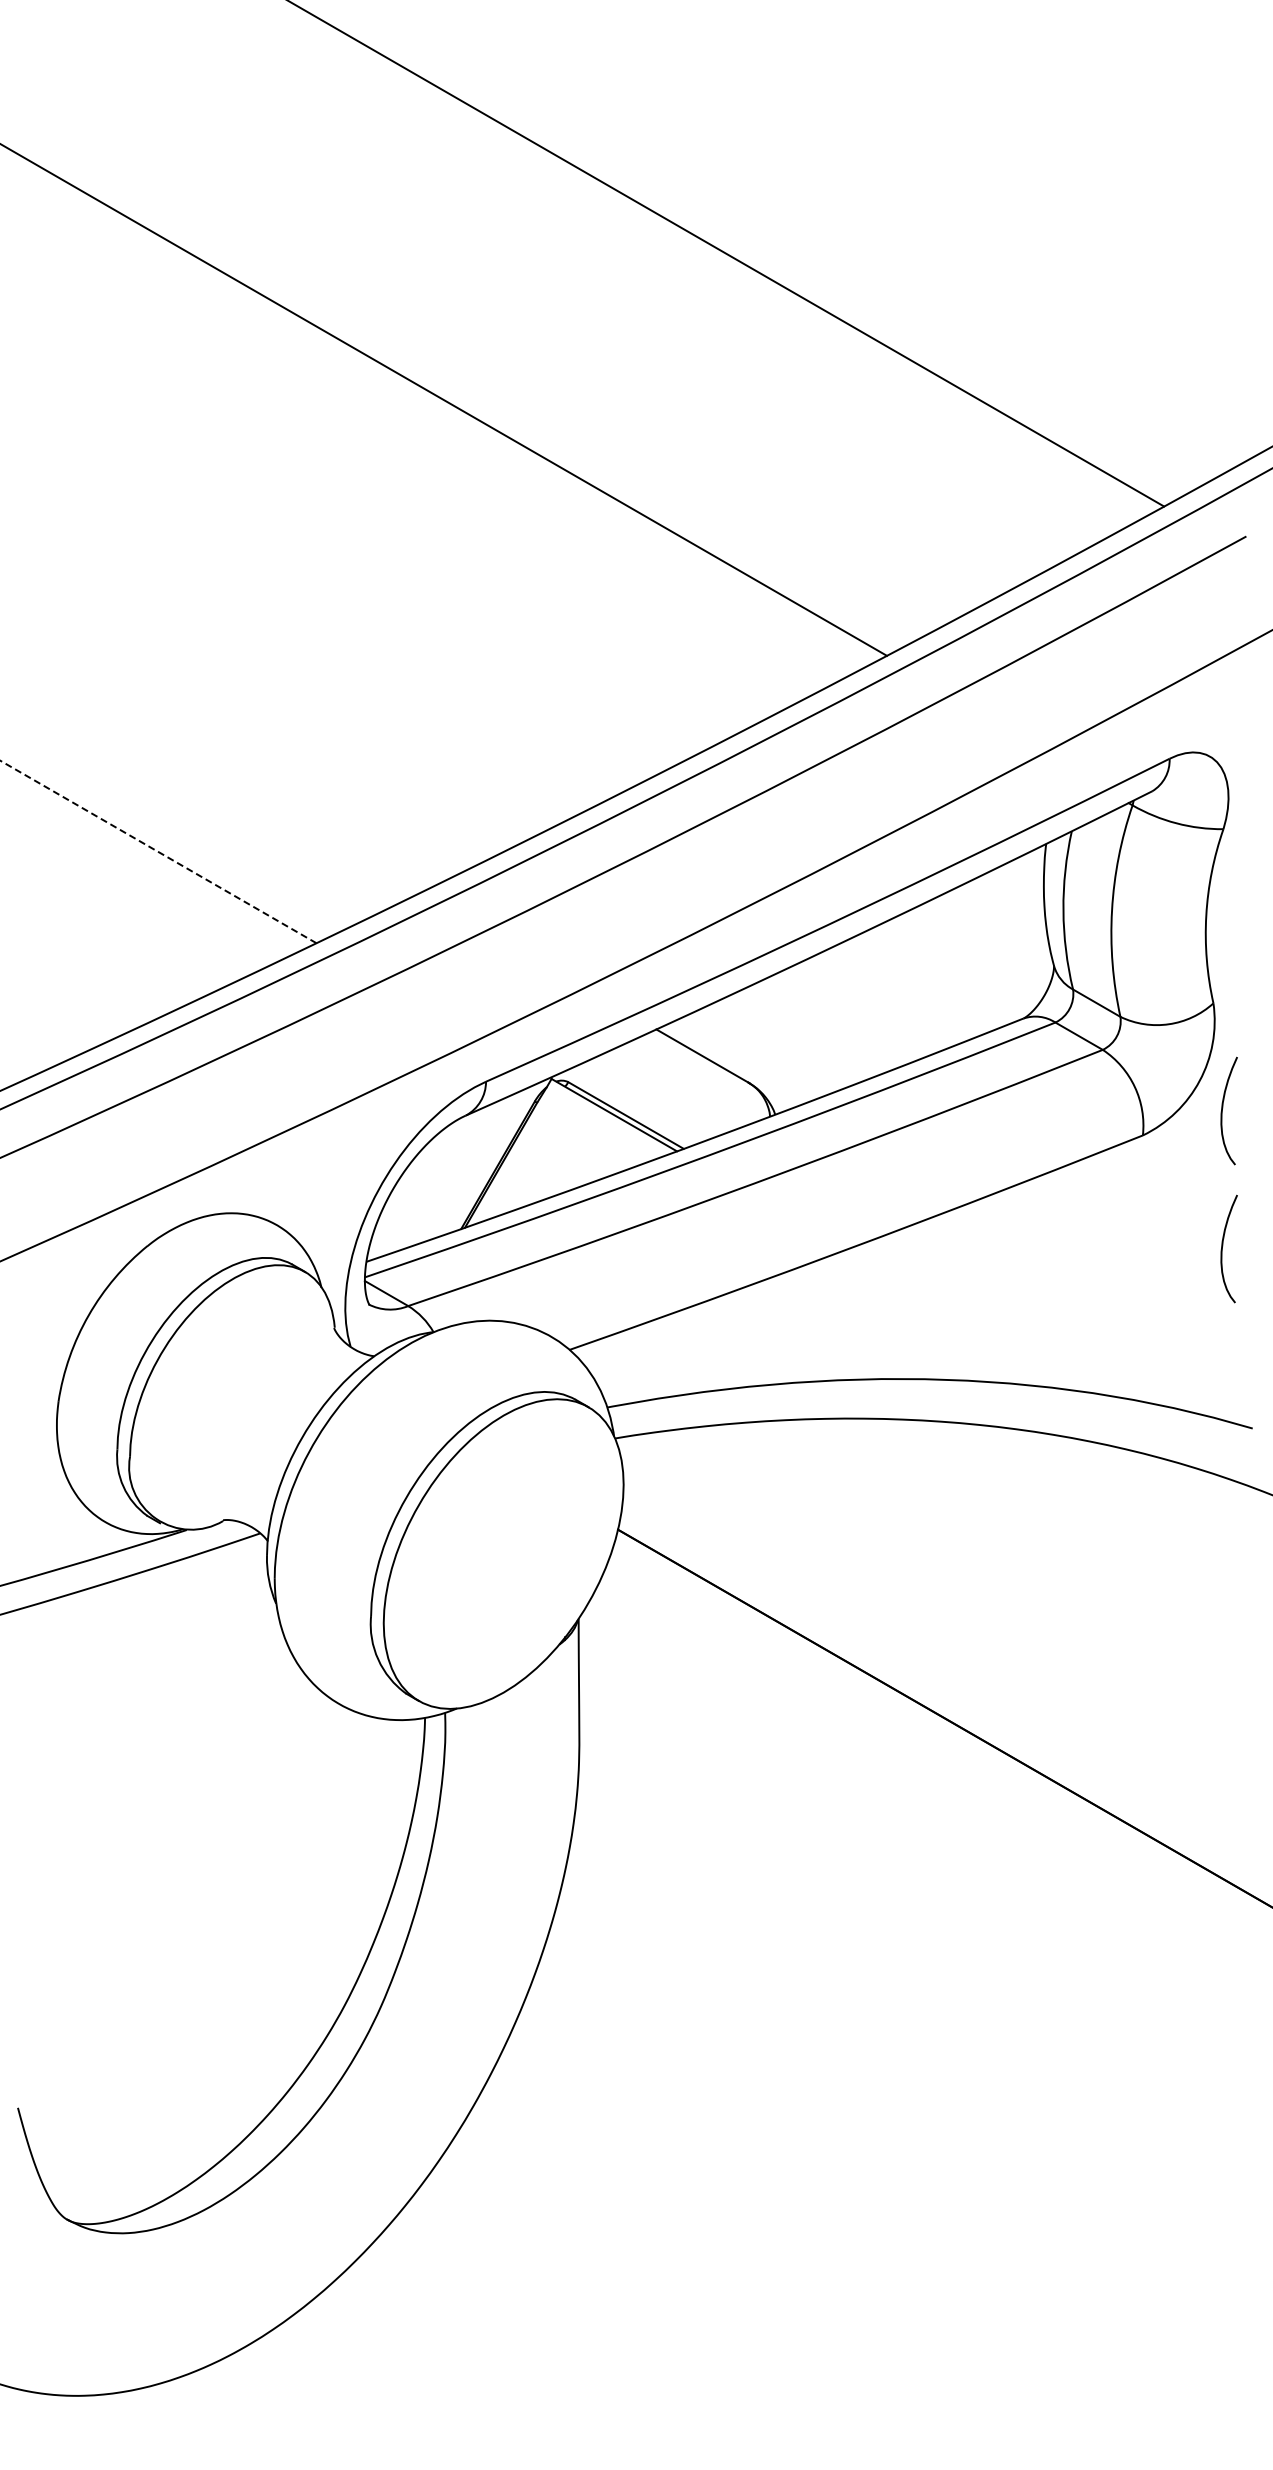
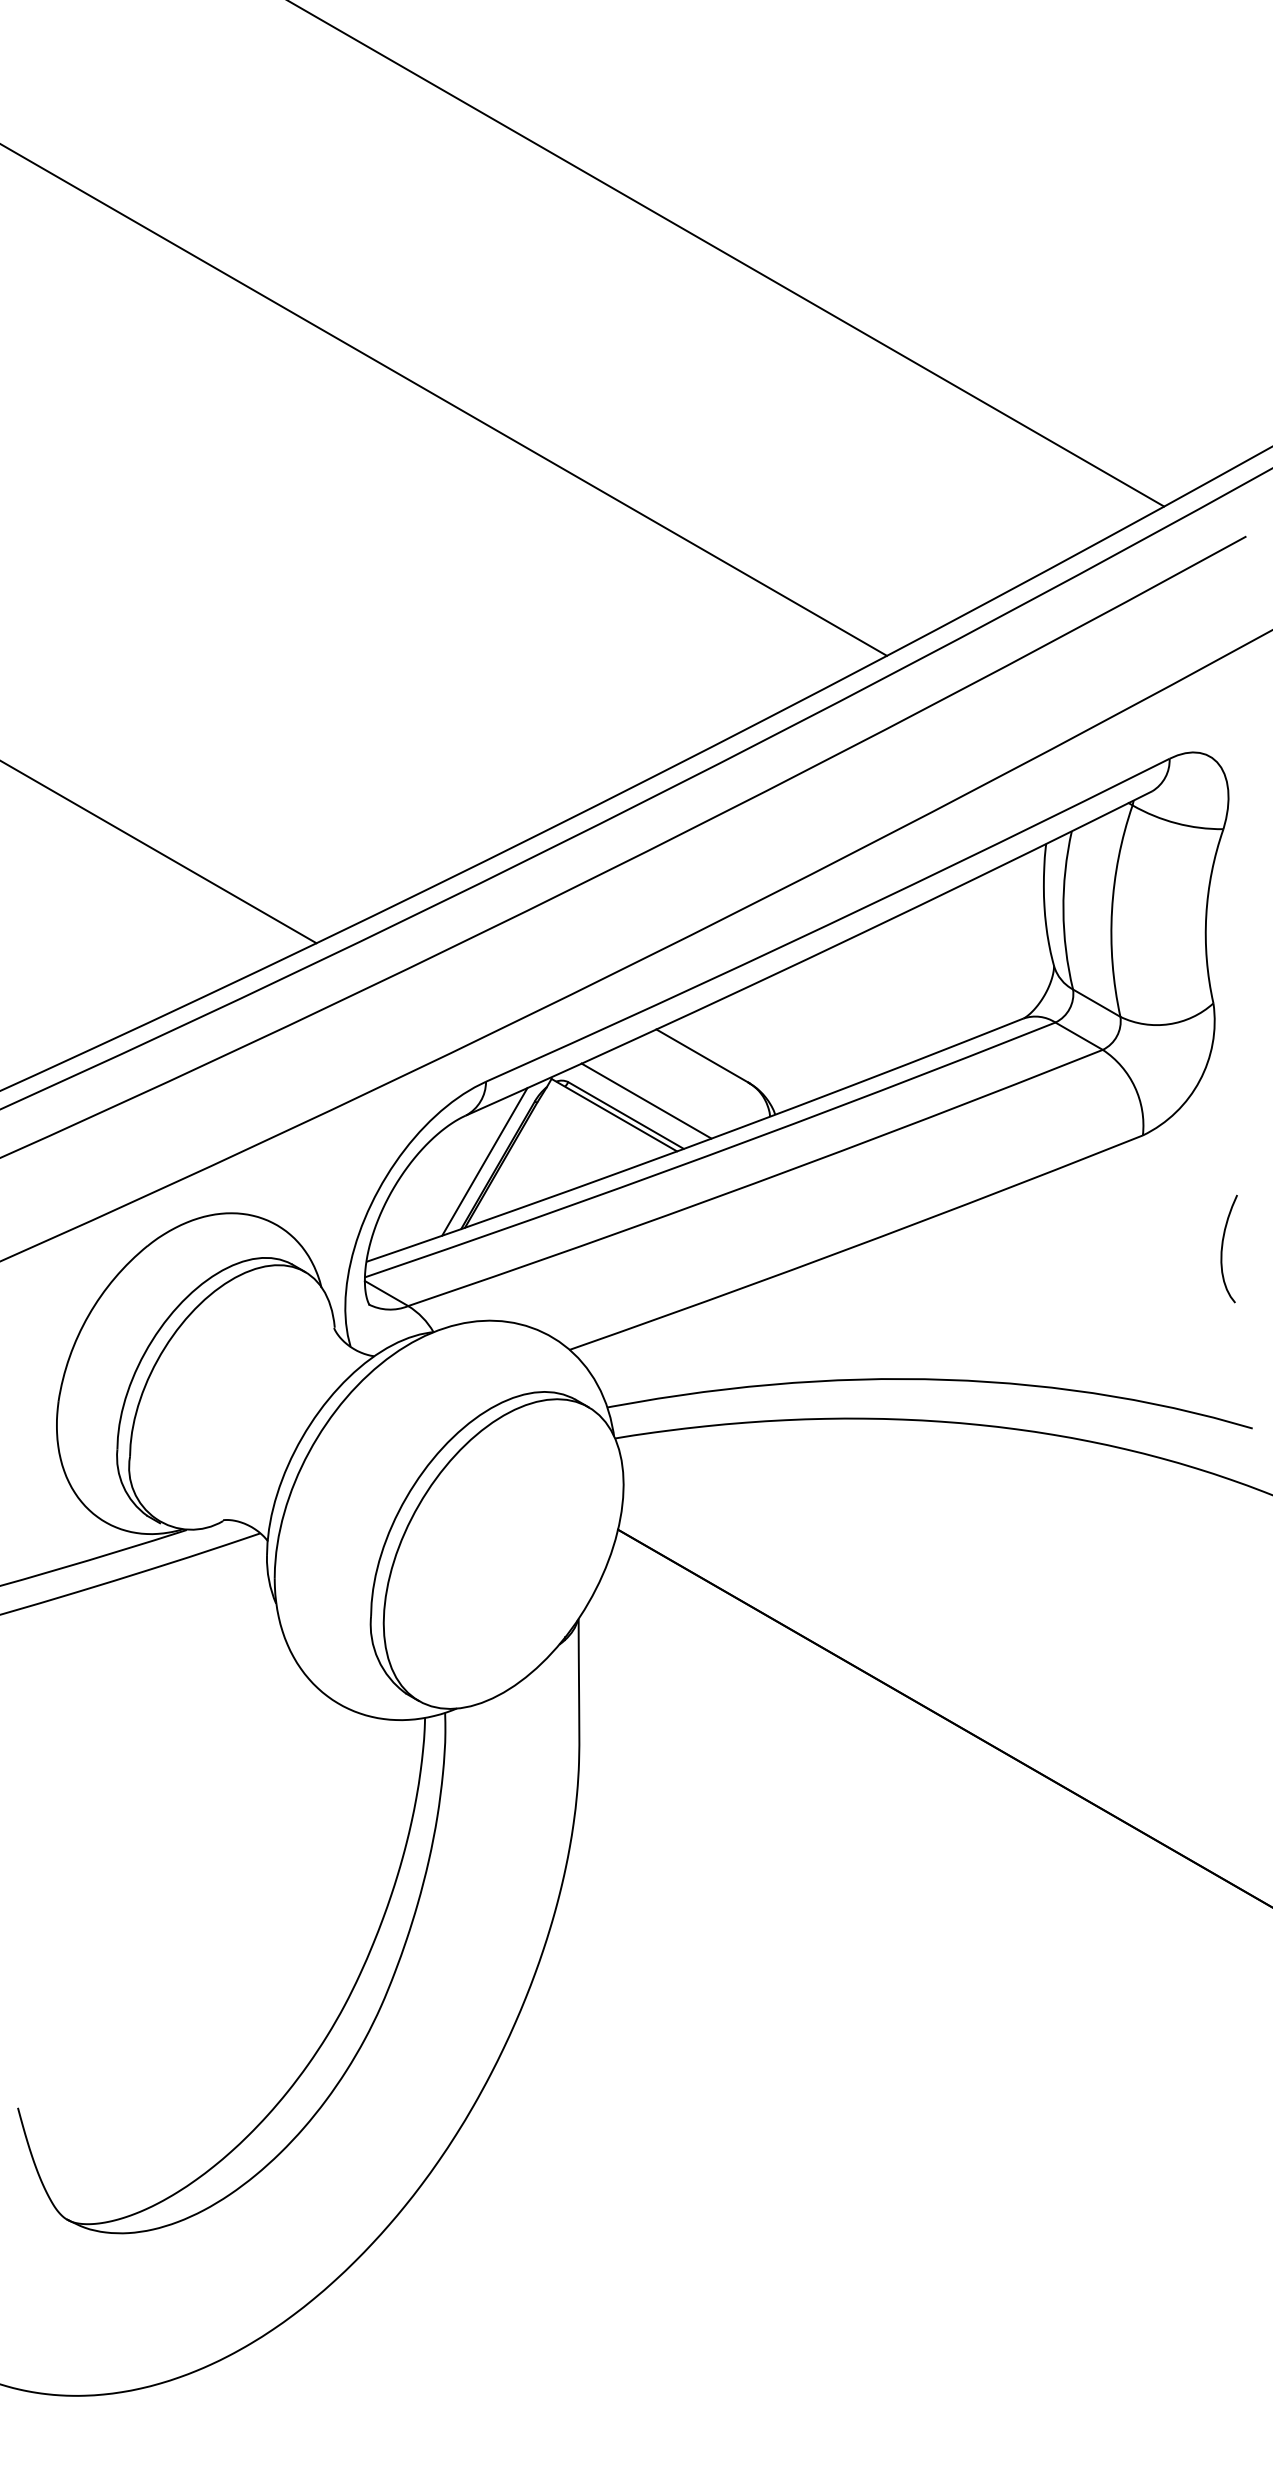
line at (158, 851): dashed -> solid
line at (646, 1100): none -> present
curve at (1223, 1108): present -> none
line at (484, 1161): none -> present
